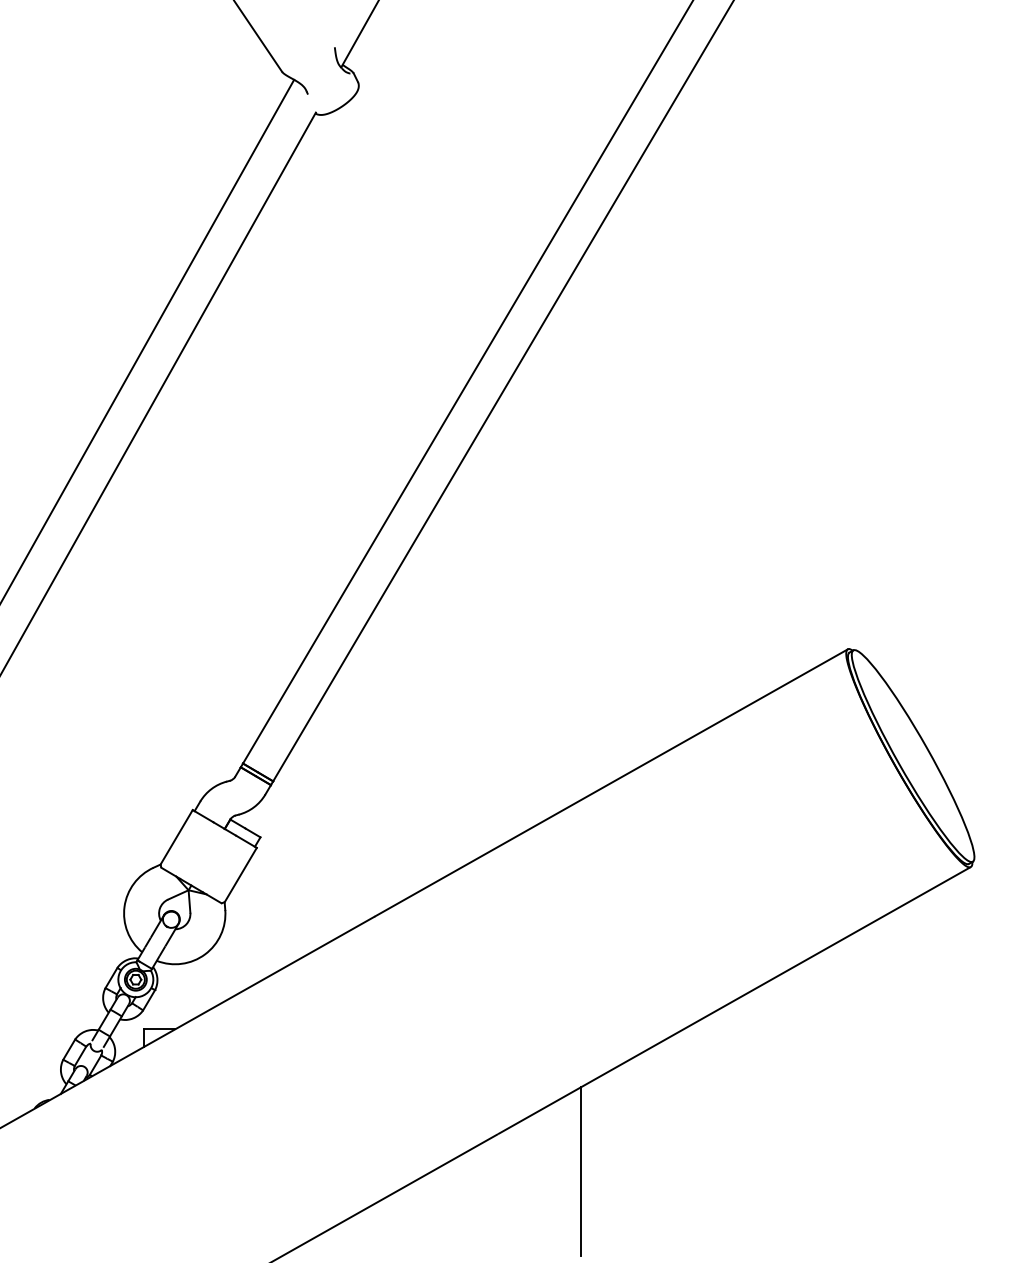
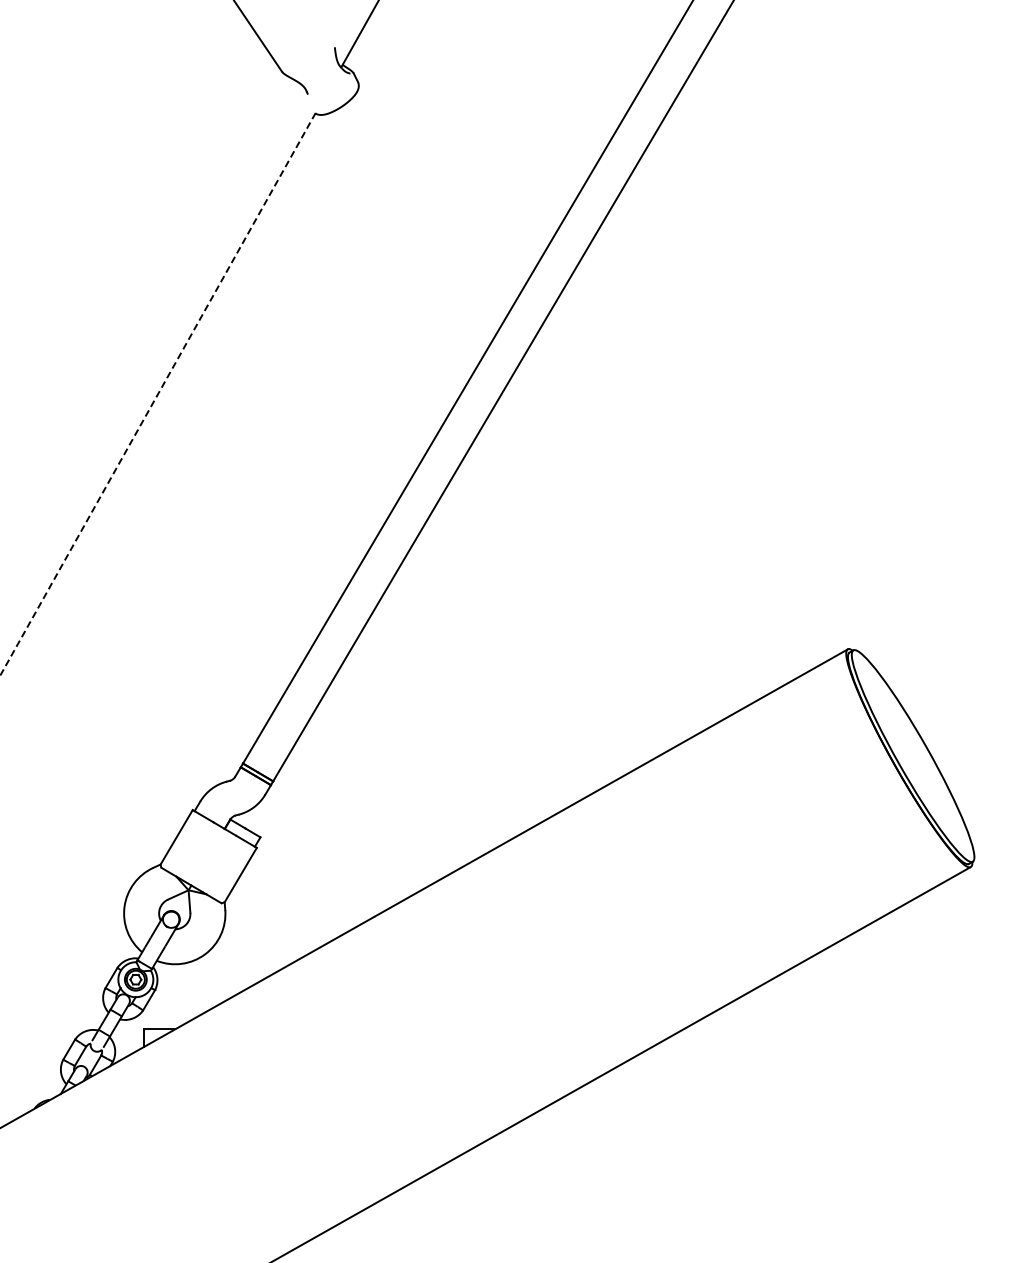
line at (148, 339): present -> none
line at (158, 394): solid -> dashed
line at (581, 1171): present -> none
